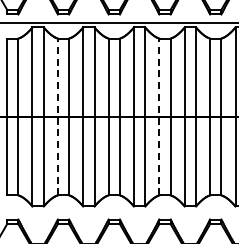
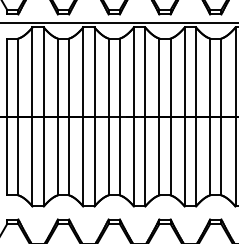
line at (57, 116): dashed -> solid
line at (159, 116): dashed -> solid
